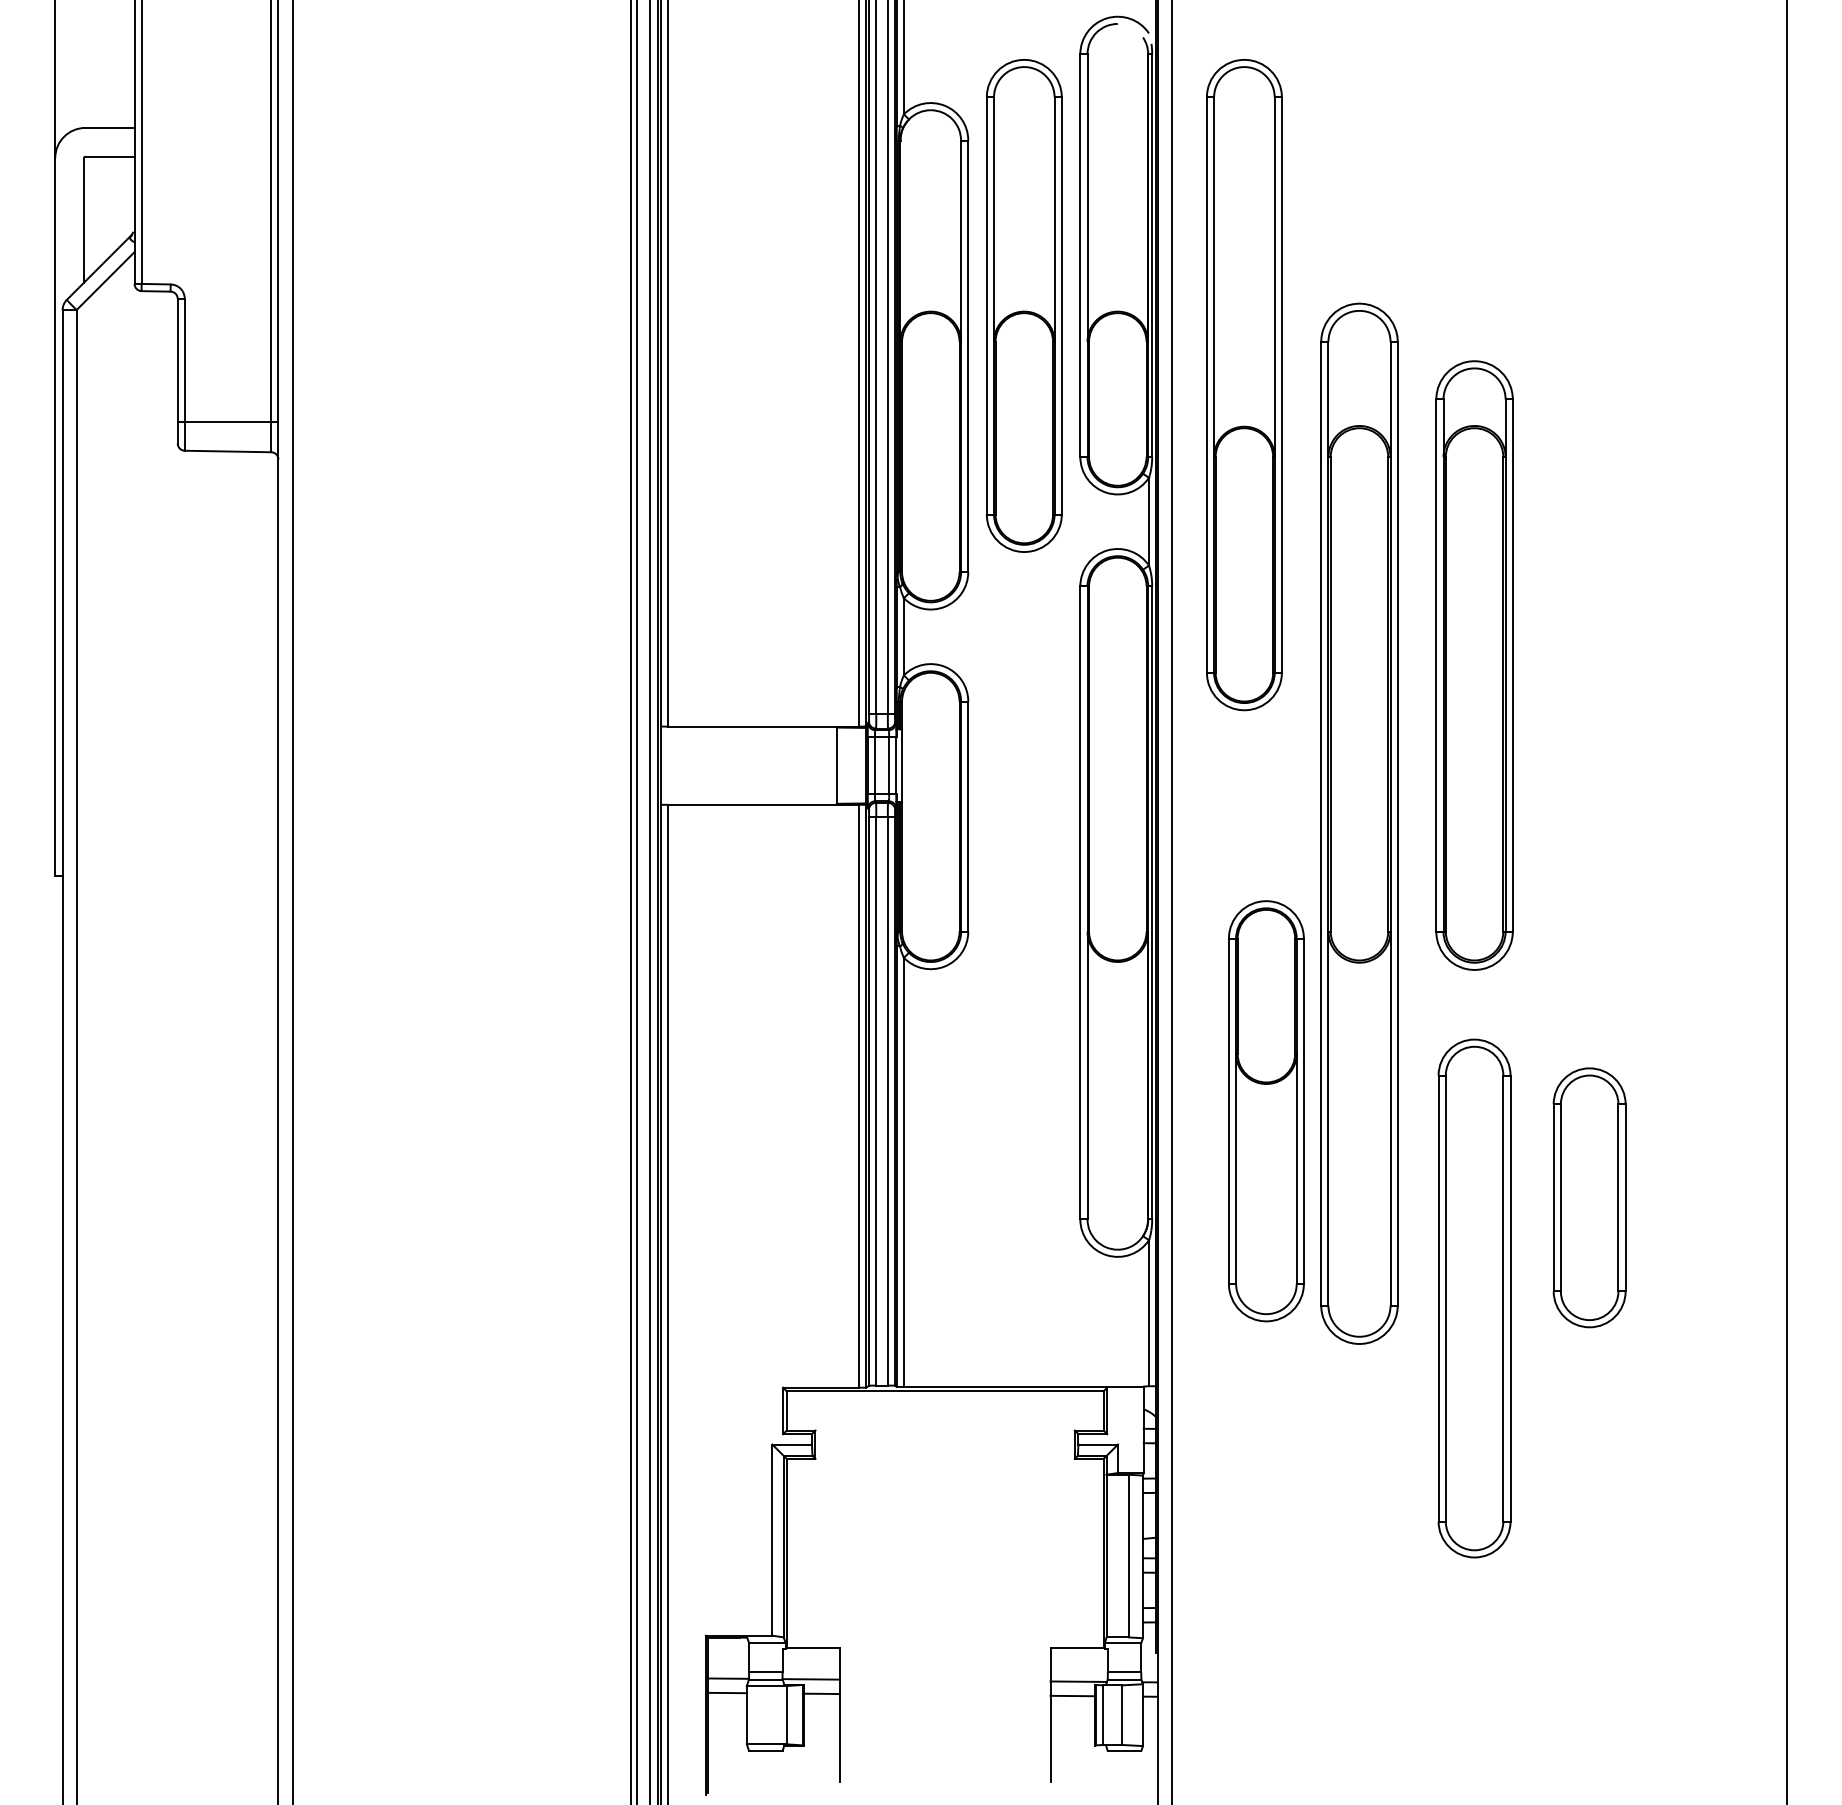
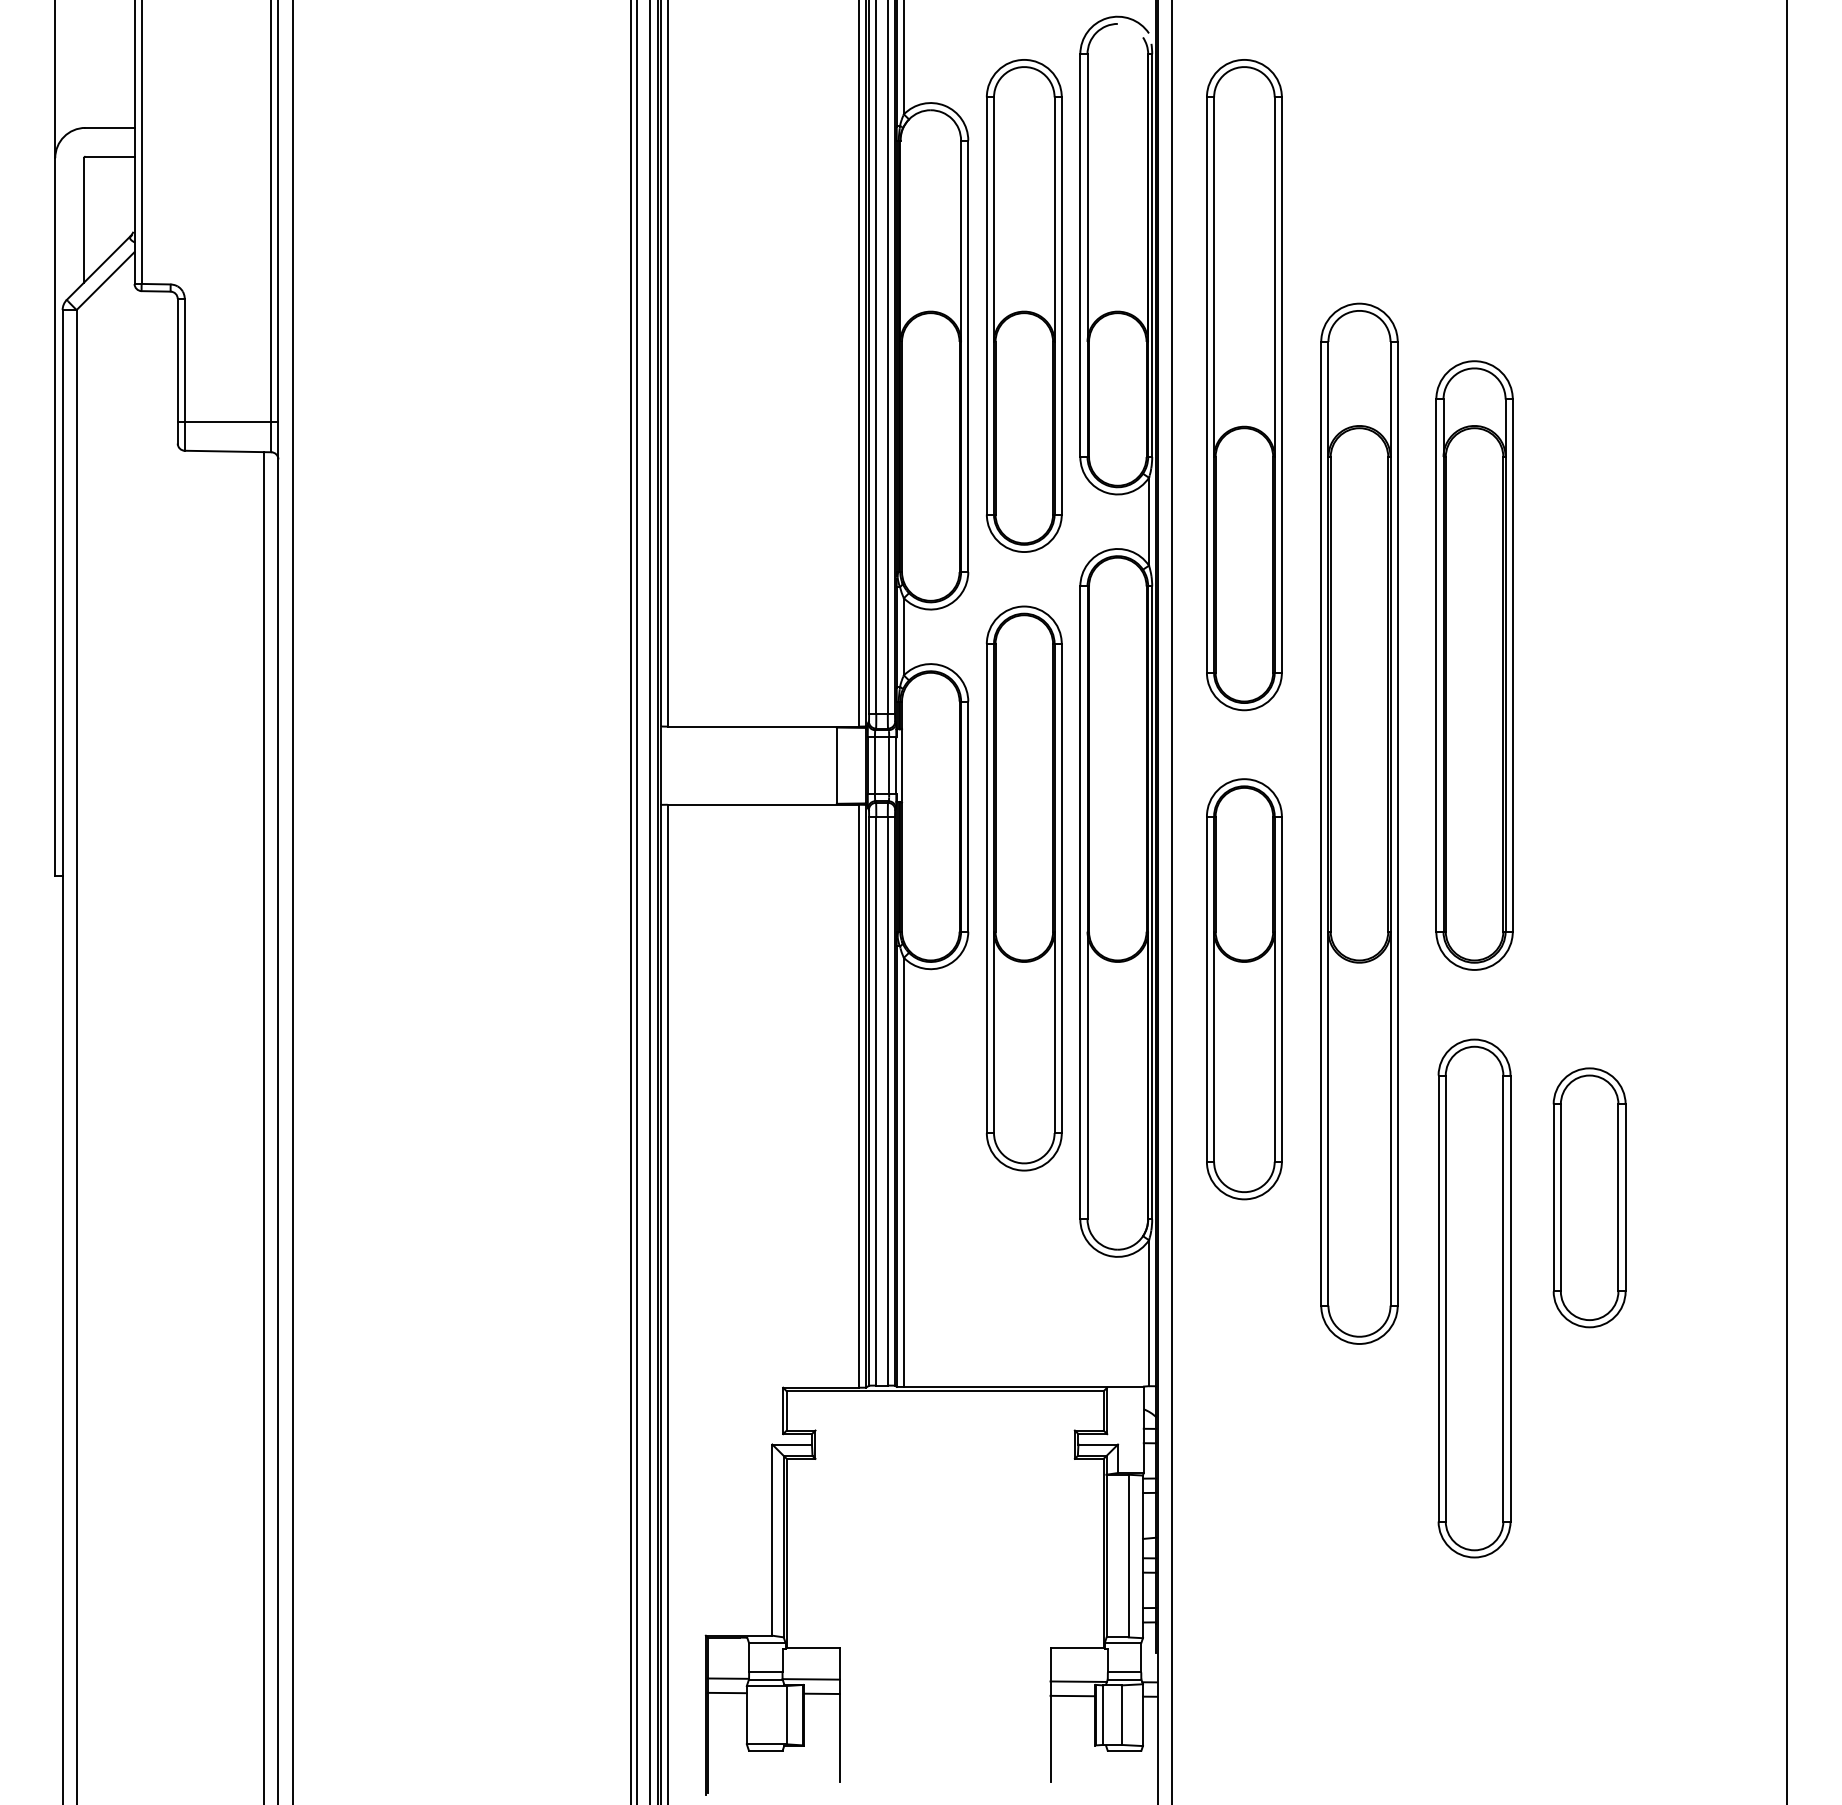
part at (1024, 888): none -> present
part at (1266, 1111) position: (1266, 1111) -> (1244, 989)
line at (264, 1126): none -> present
